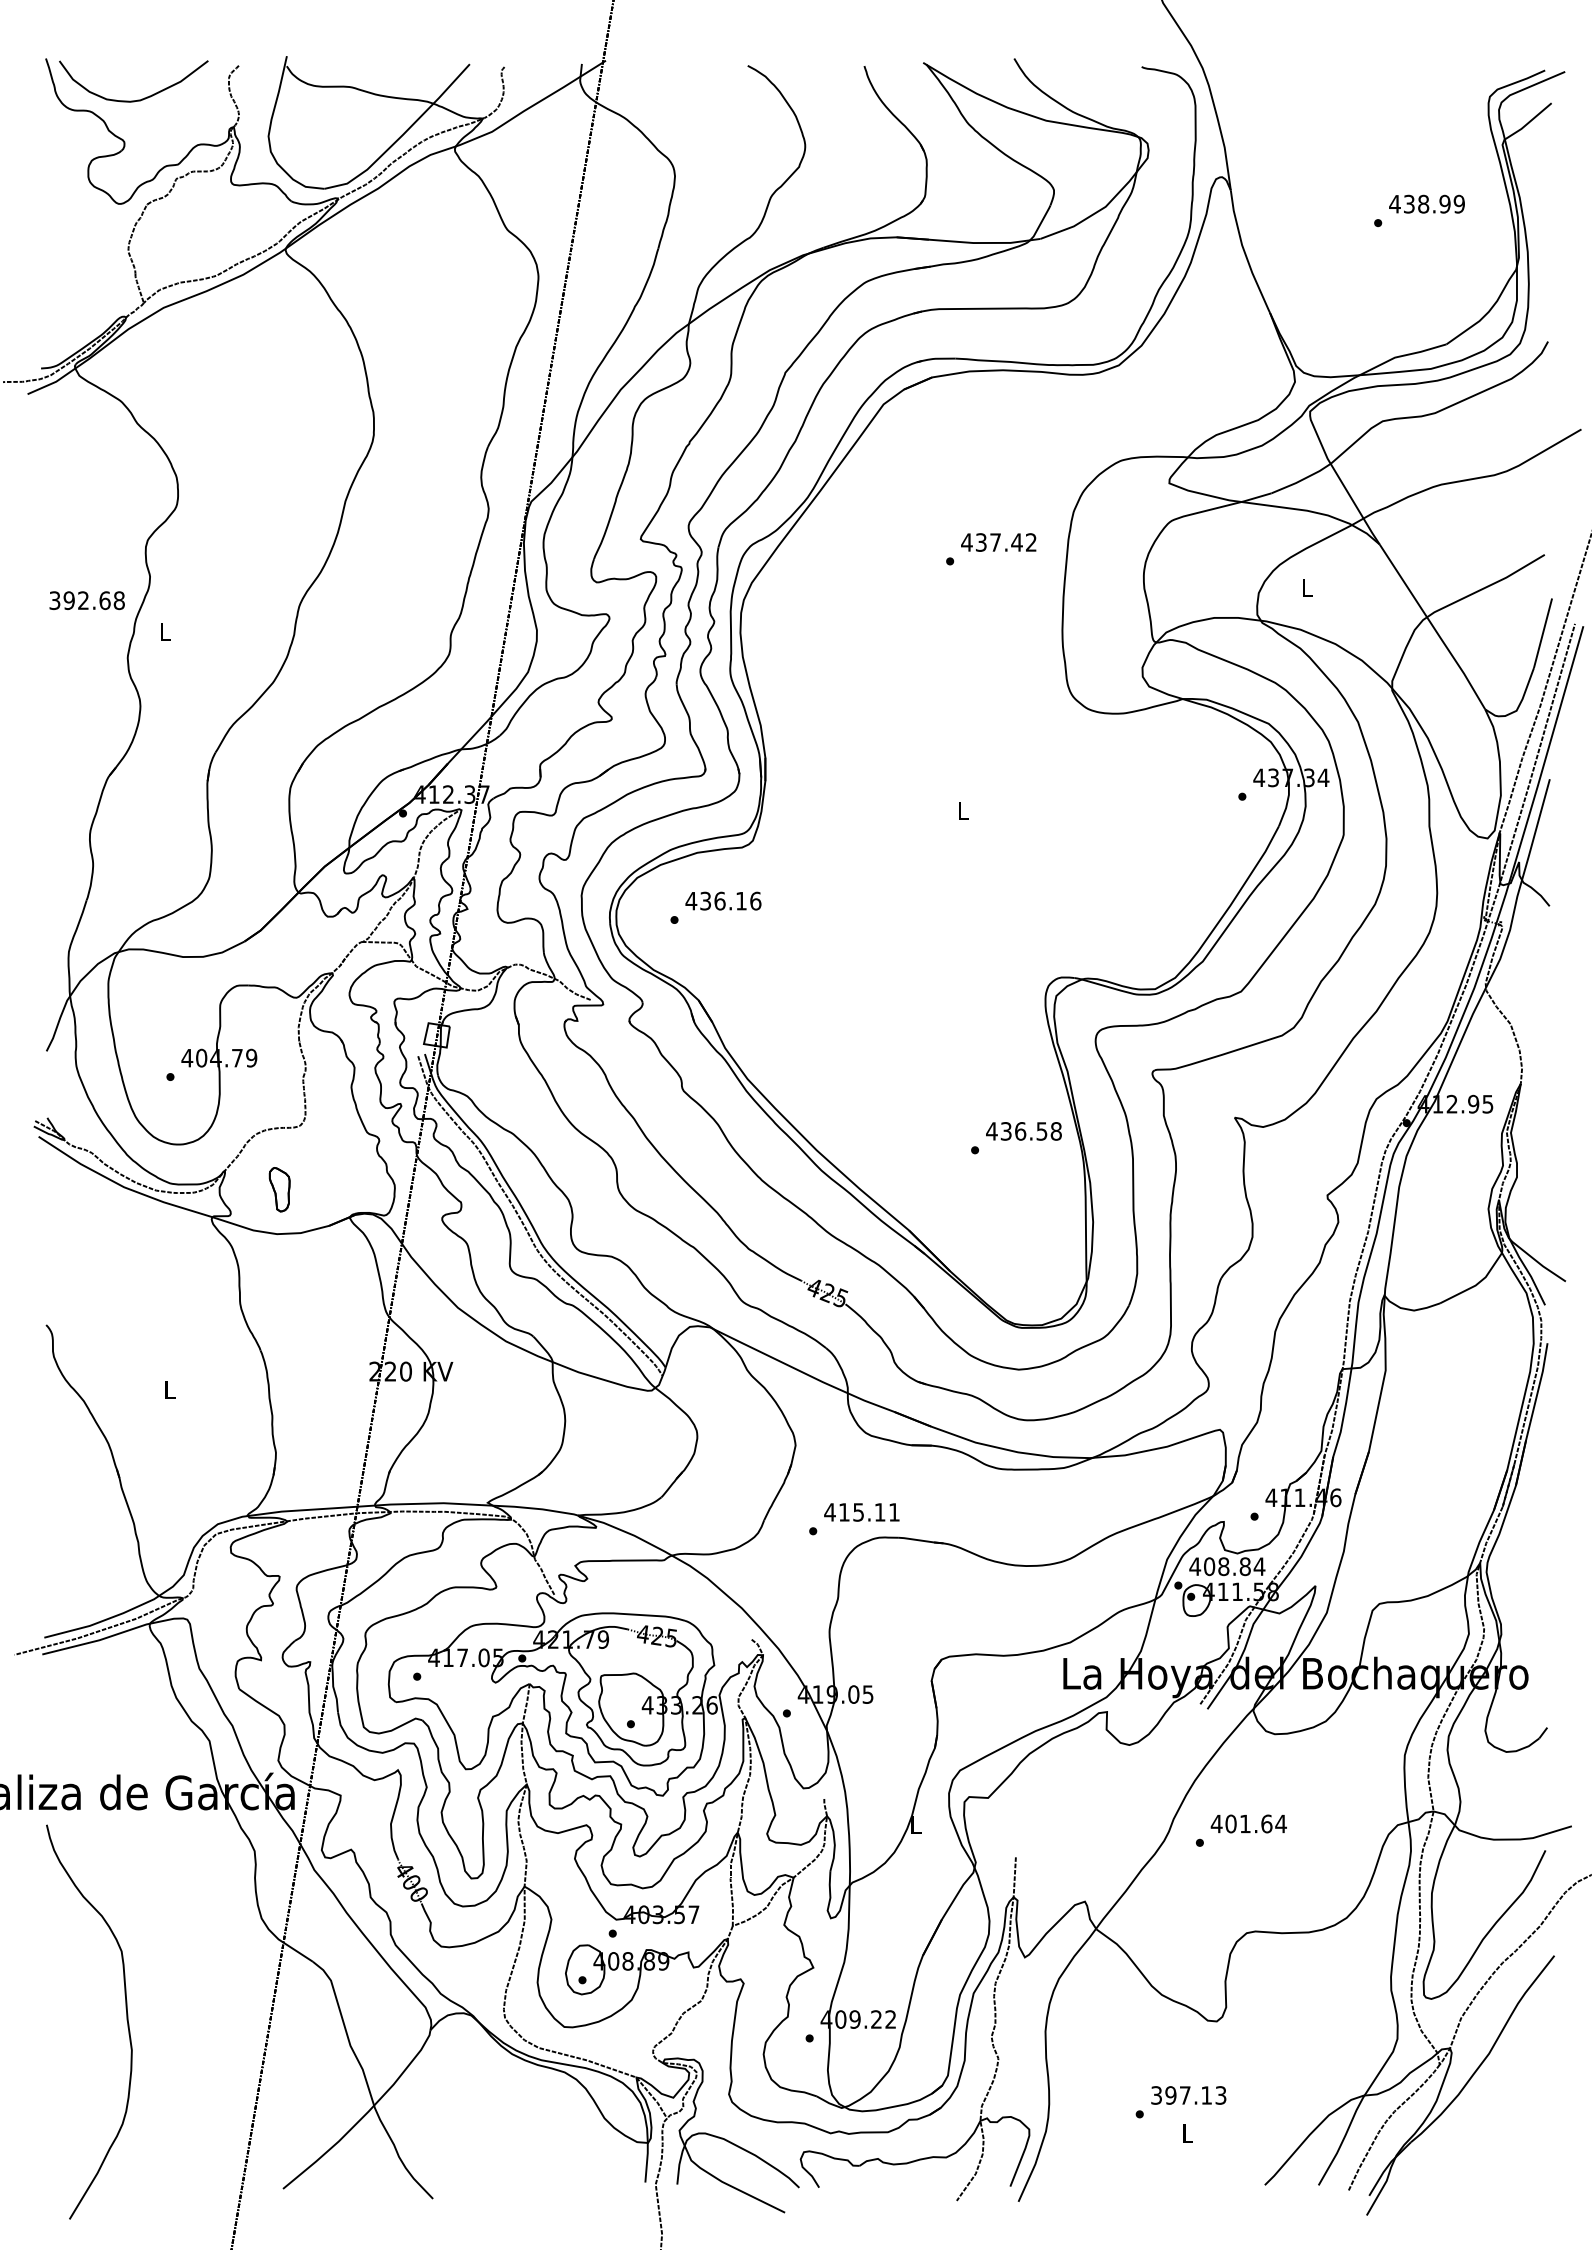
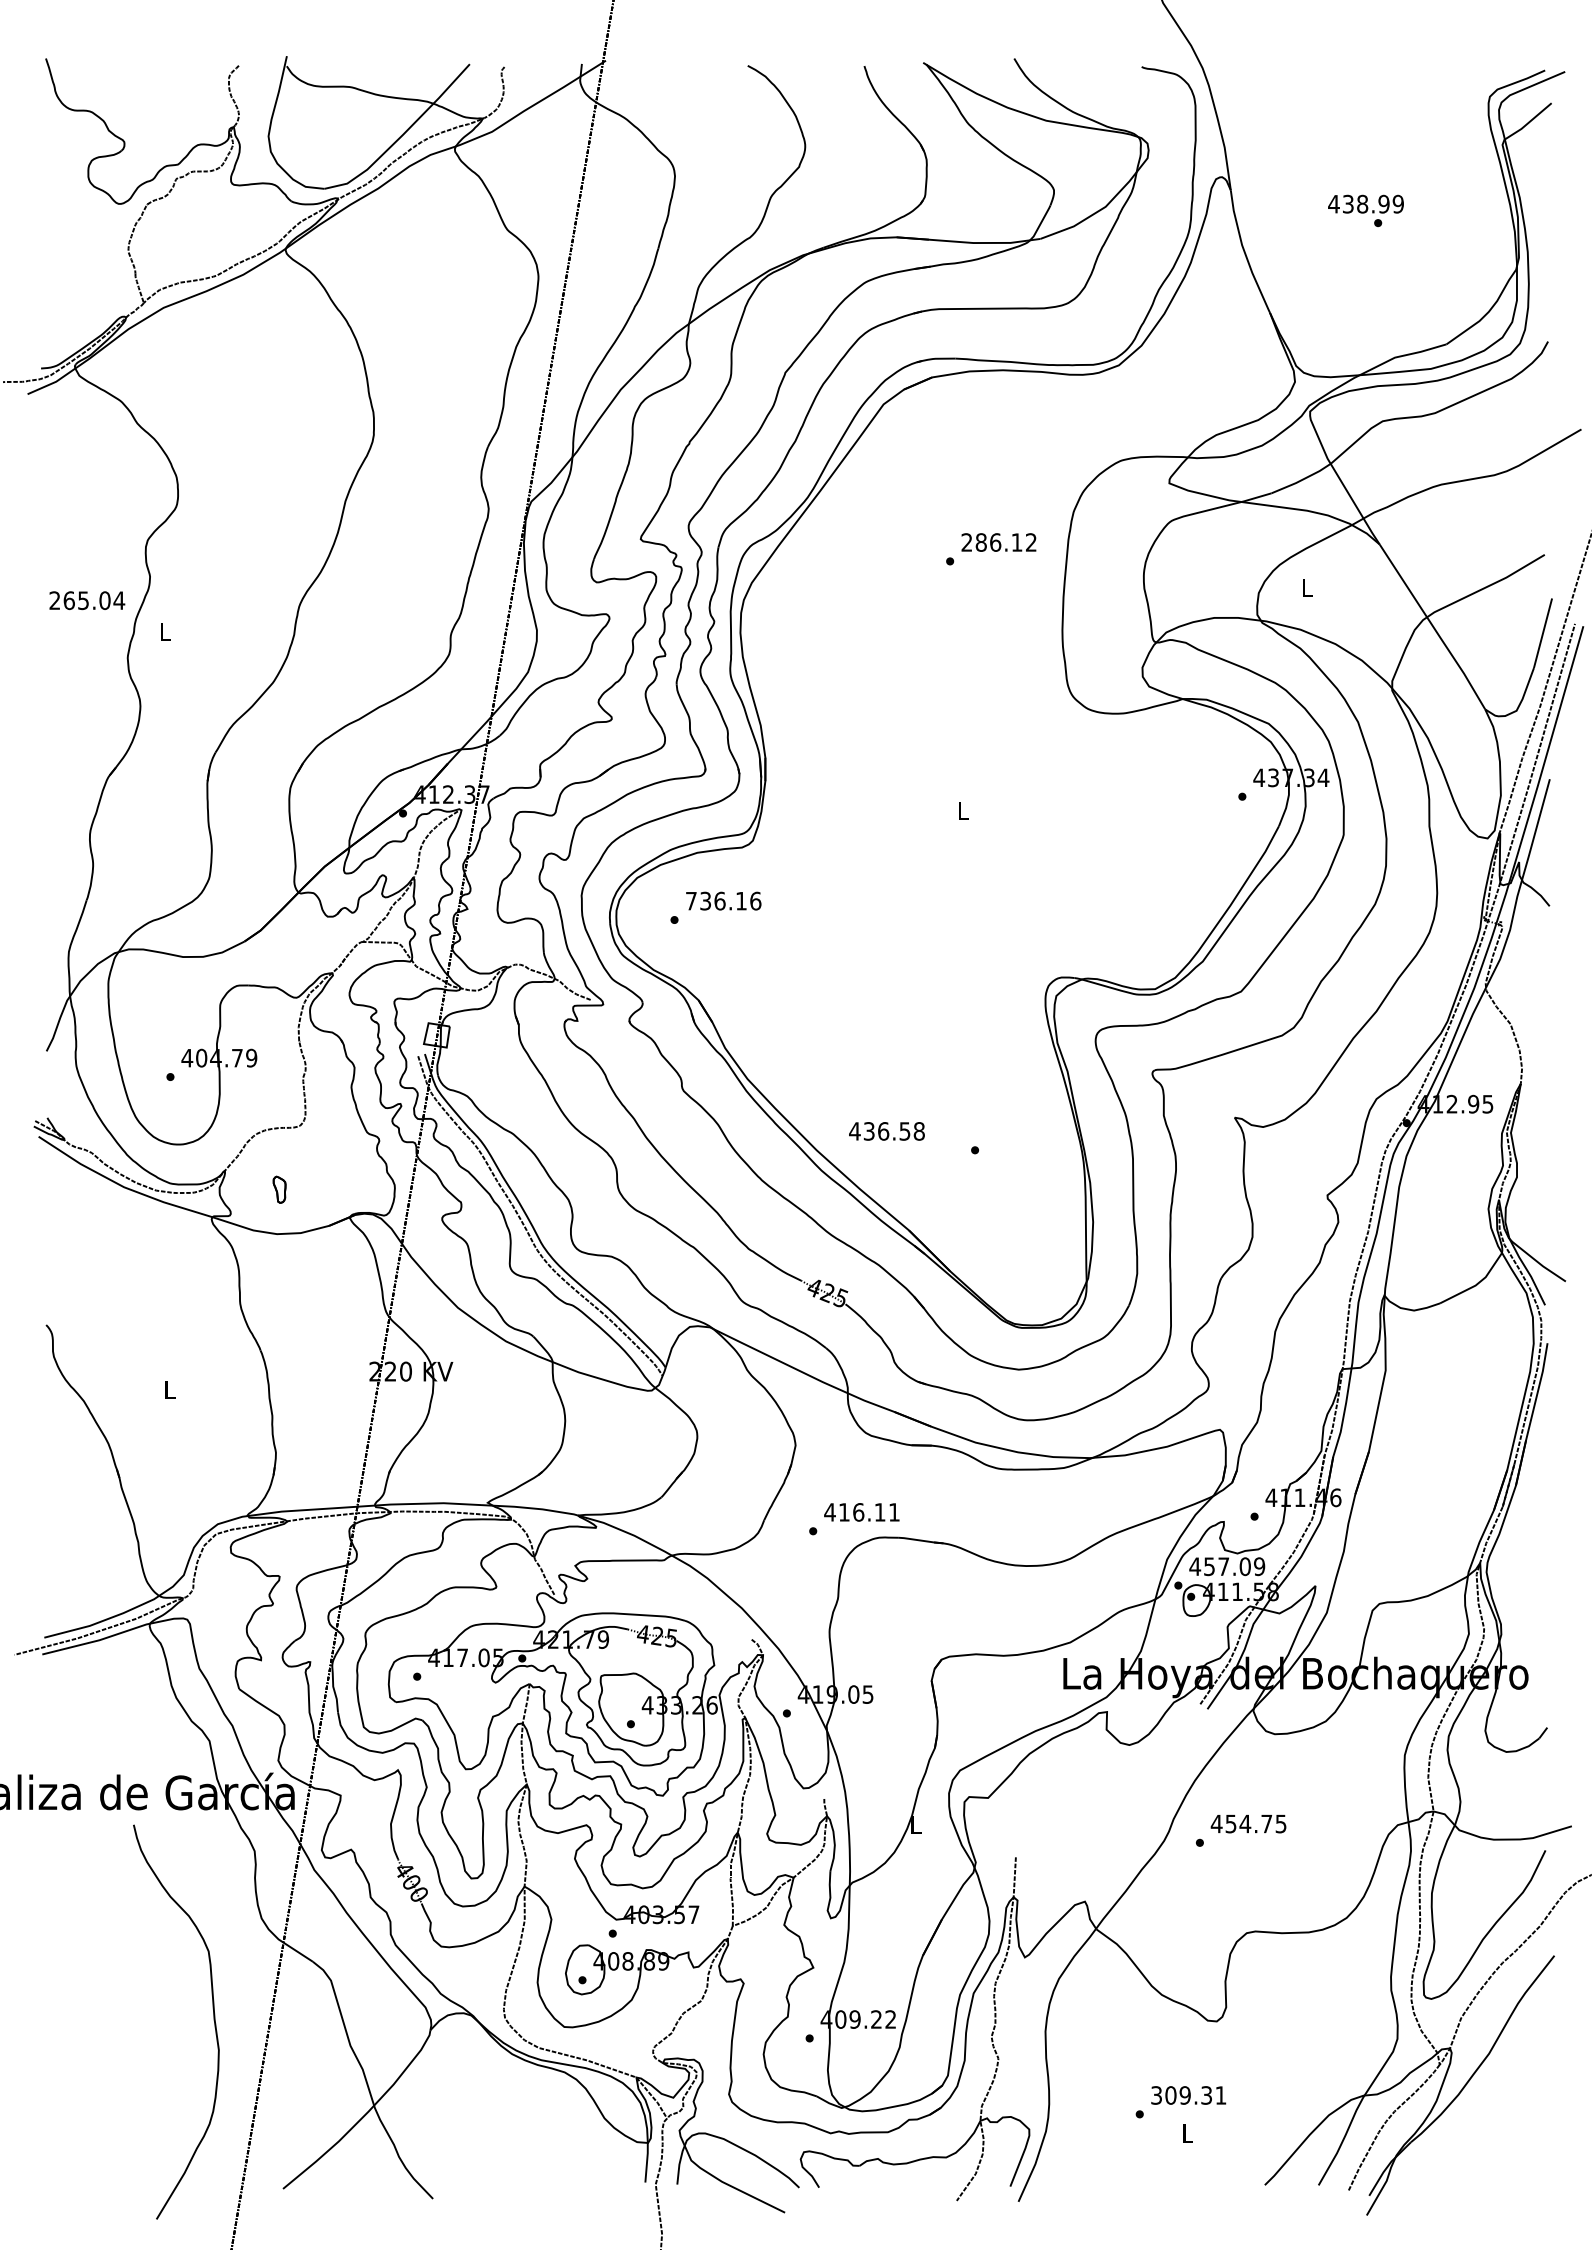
curve at (137, 99): present -> none
text at (1426, 203) position: (1426, 203) -> (1365, 203)
text at (991, 542): 437.42 -> 286.12
text at (87, 600): 392.68 -> 265.04
text at (691, 901): 436.16 -> 736.16
text at (1023, 1131) position: (1023, 1131) -> (886, 1131)
part at (279, 1189) size: 23x46 px -> 15x29 px
text at (858, 1512): 415.11 -> 416.11
text at (1234, 1566): 408.84 -> 457.09
text at (1255, 1823): 401.64 -> 454.75
curve at (126, 2020) position: (126, 2020) -> (213, 2020)
text at (1195, 2095): 397.13 -> 309.31
